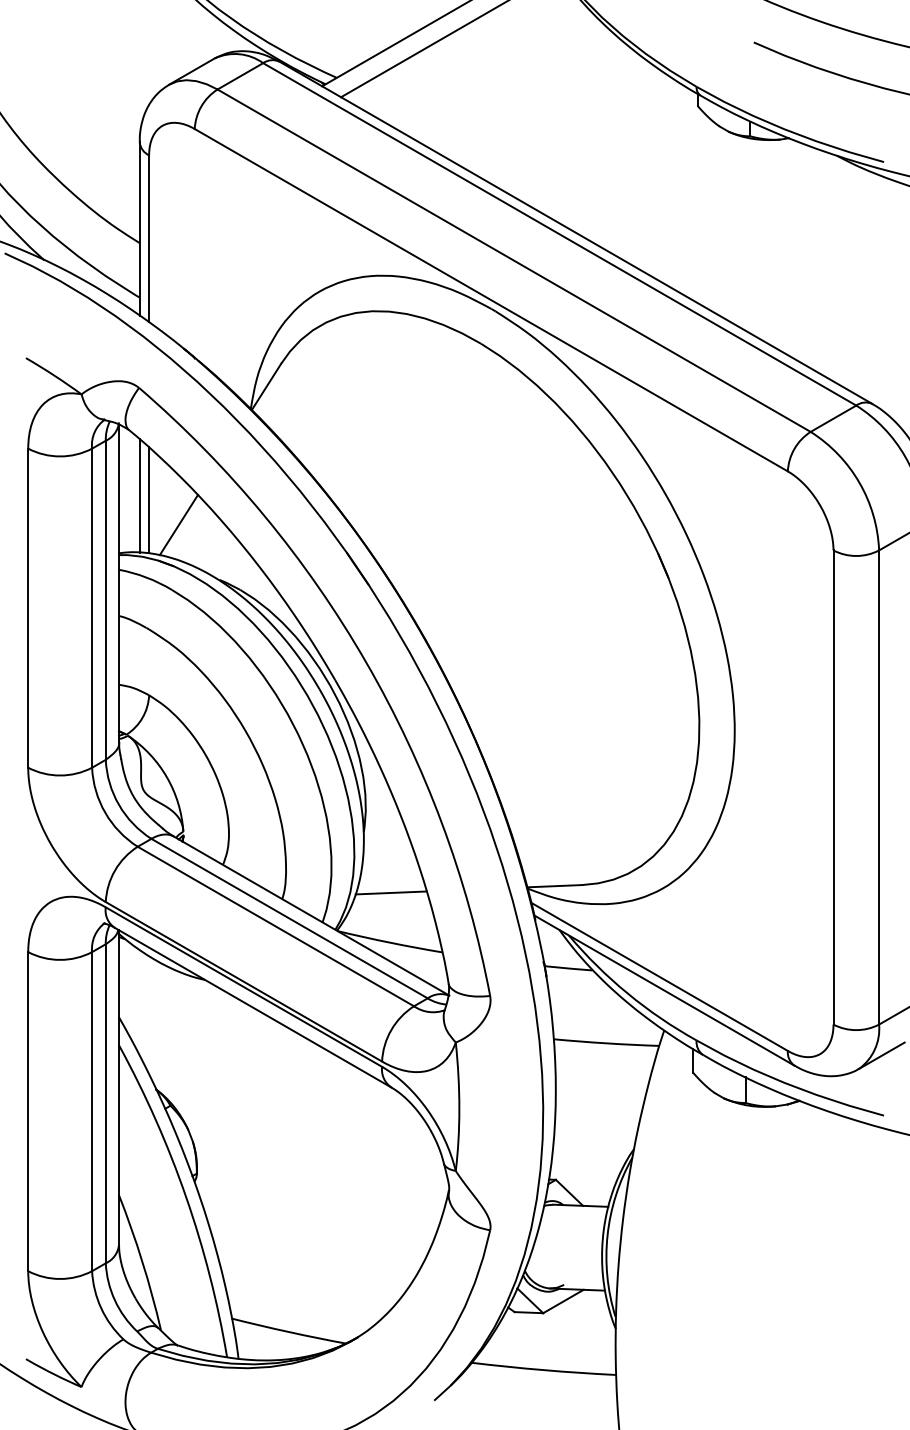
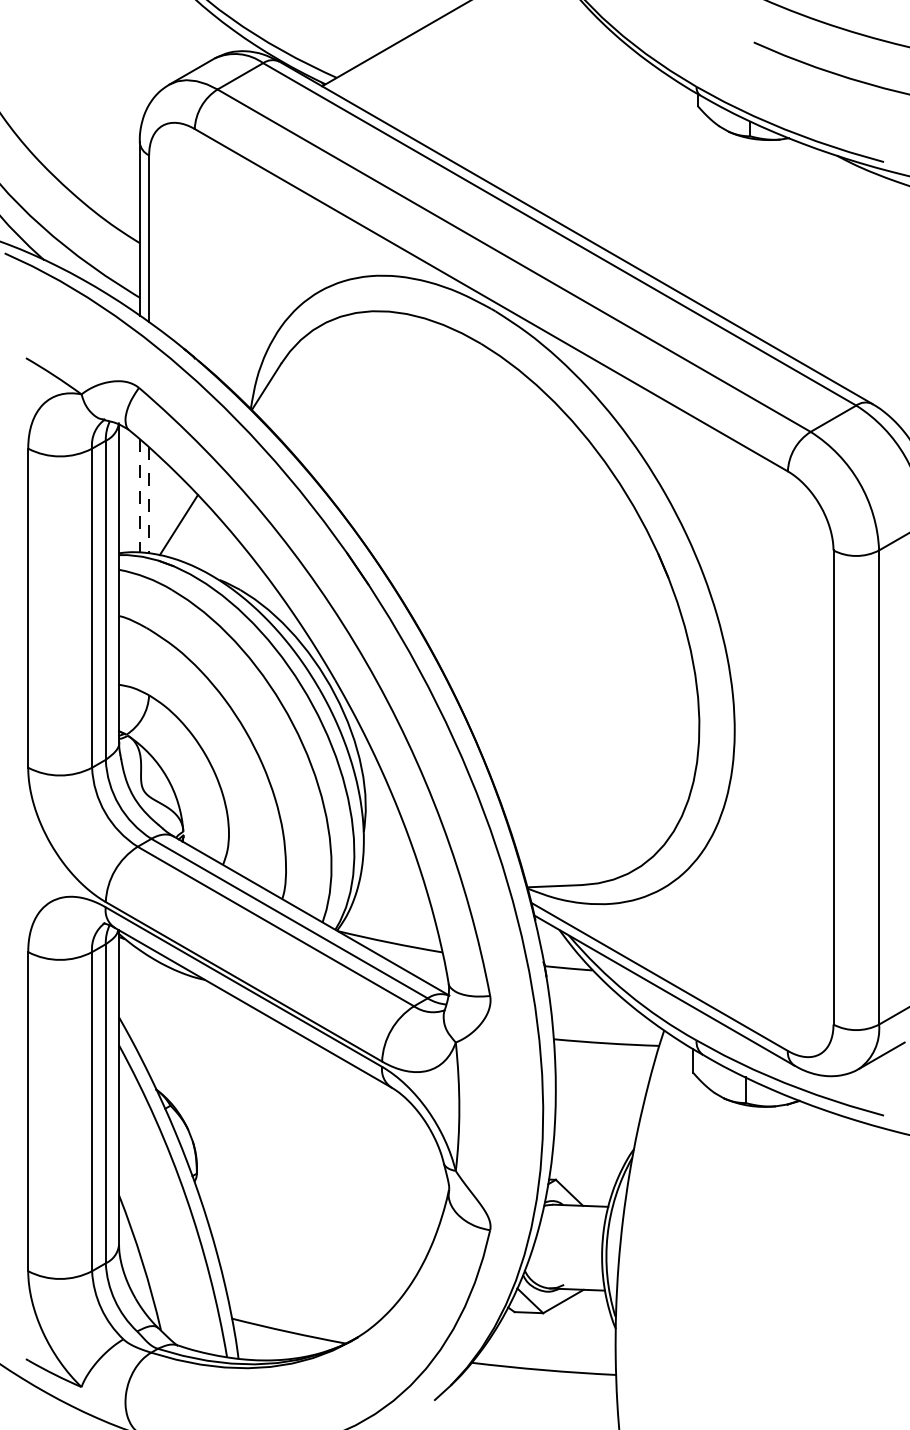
line at (423, 49): present -> none
line at (139, 495): solid -> dashed
line at (149, 500): solid -> dashed
line at (390, 892): present -> none
